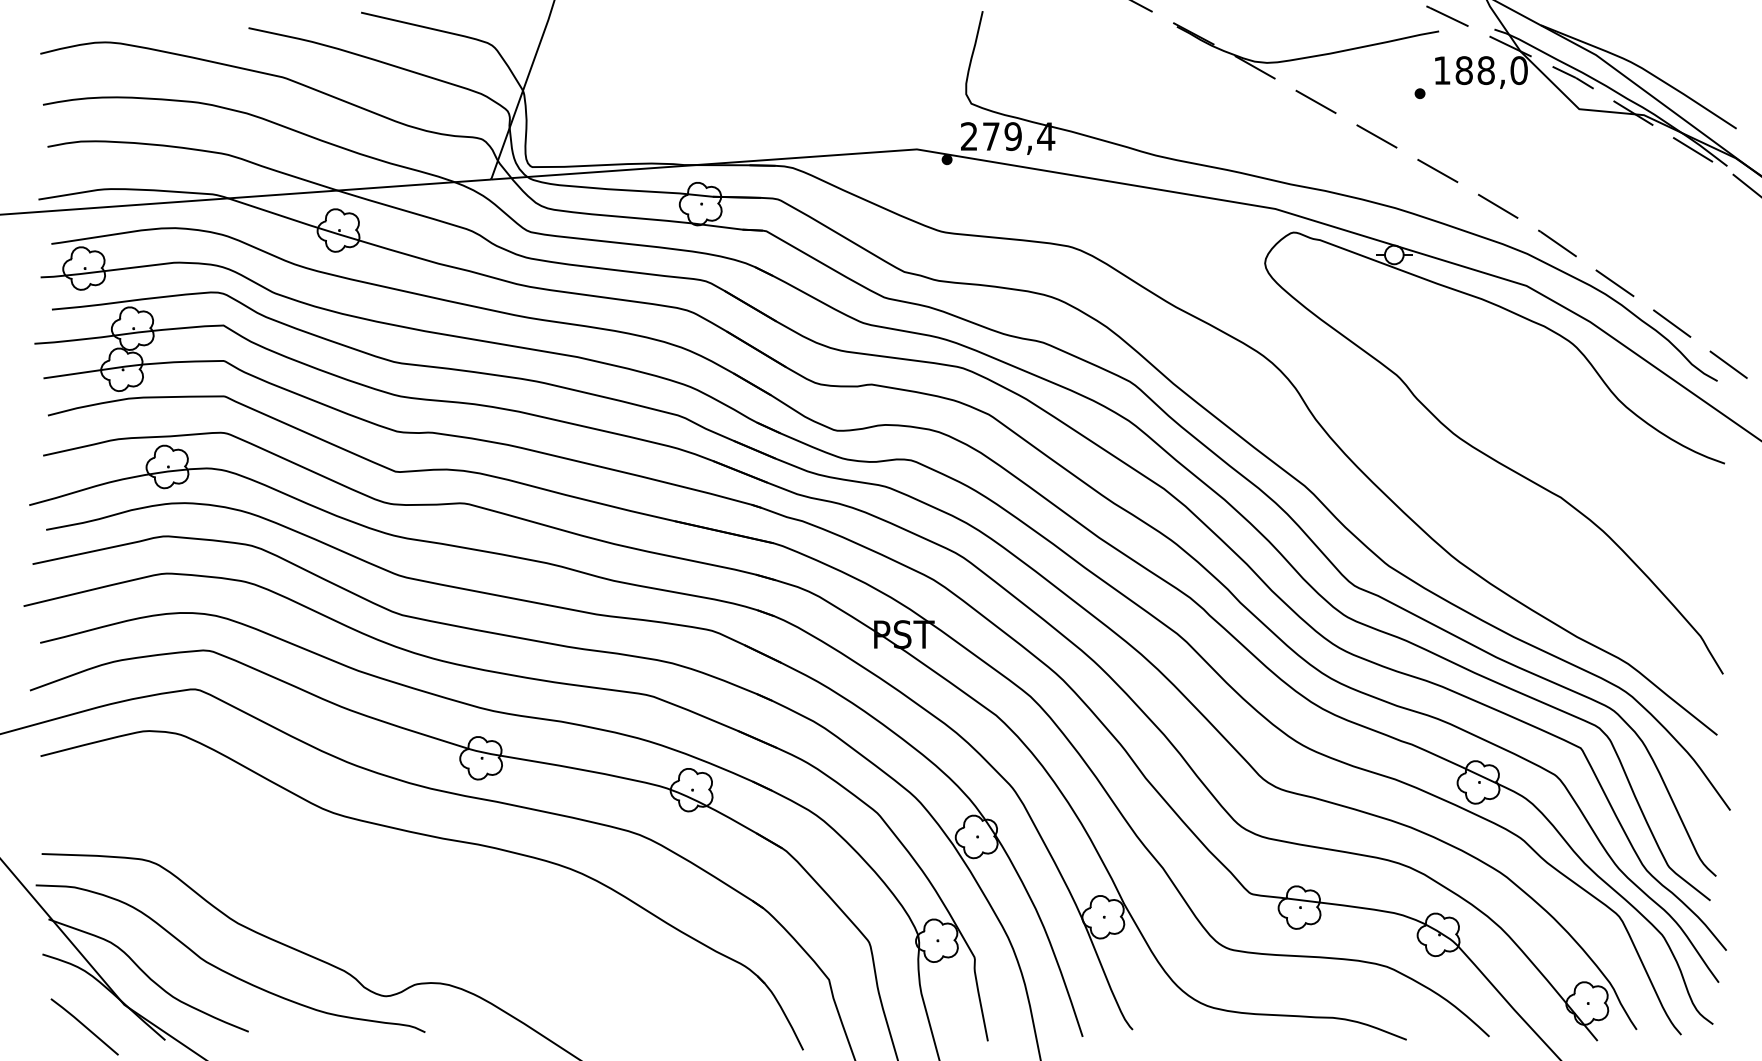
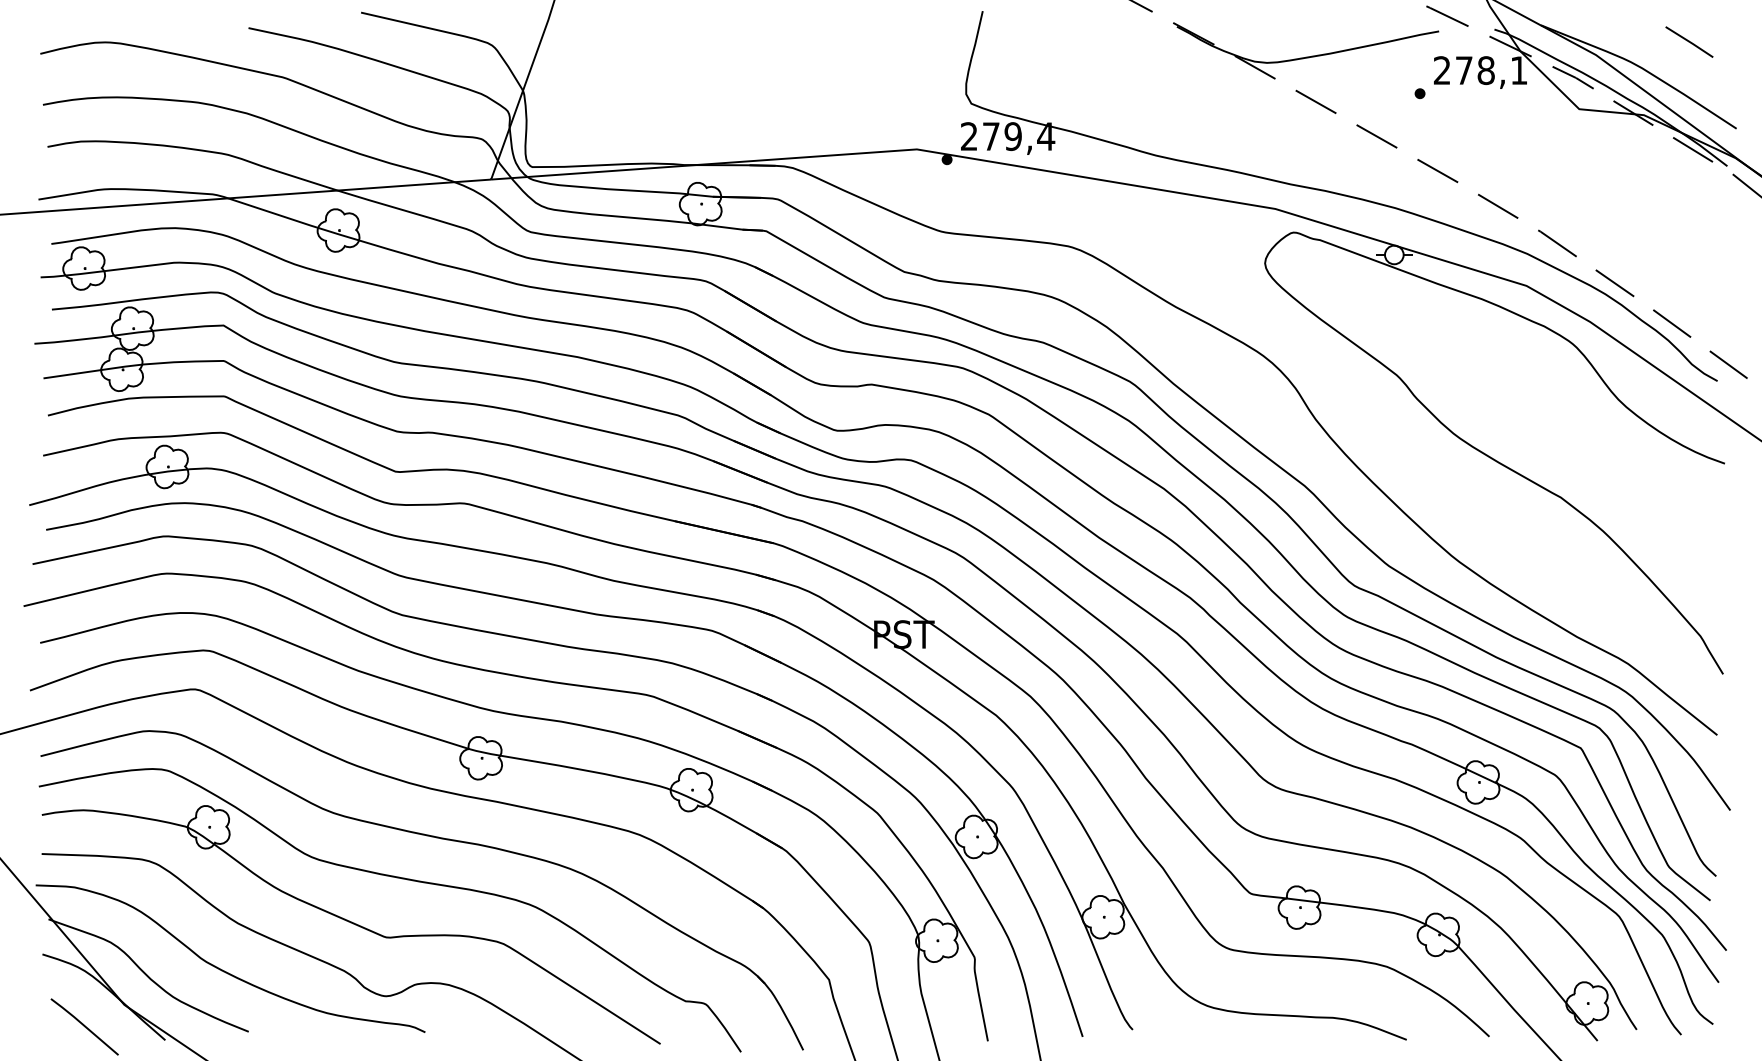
line at (1689, 41): none -> present
text at (1480, 70): 188,0 -> 278,1
part at (377, 932): none -> present
